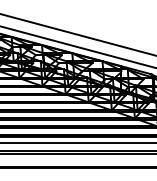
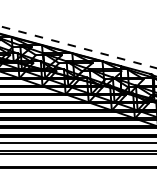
line at (77, 34): present -> none
line at (78, 47): solid -> dashed
